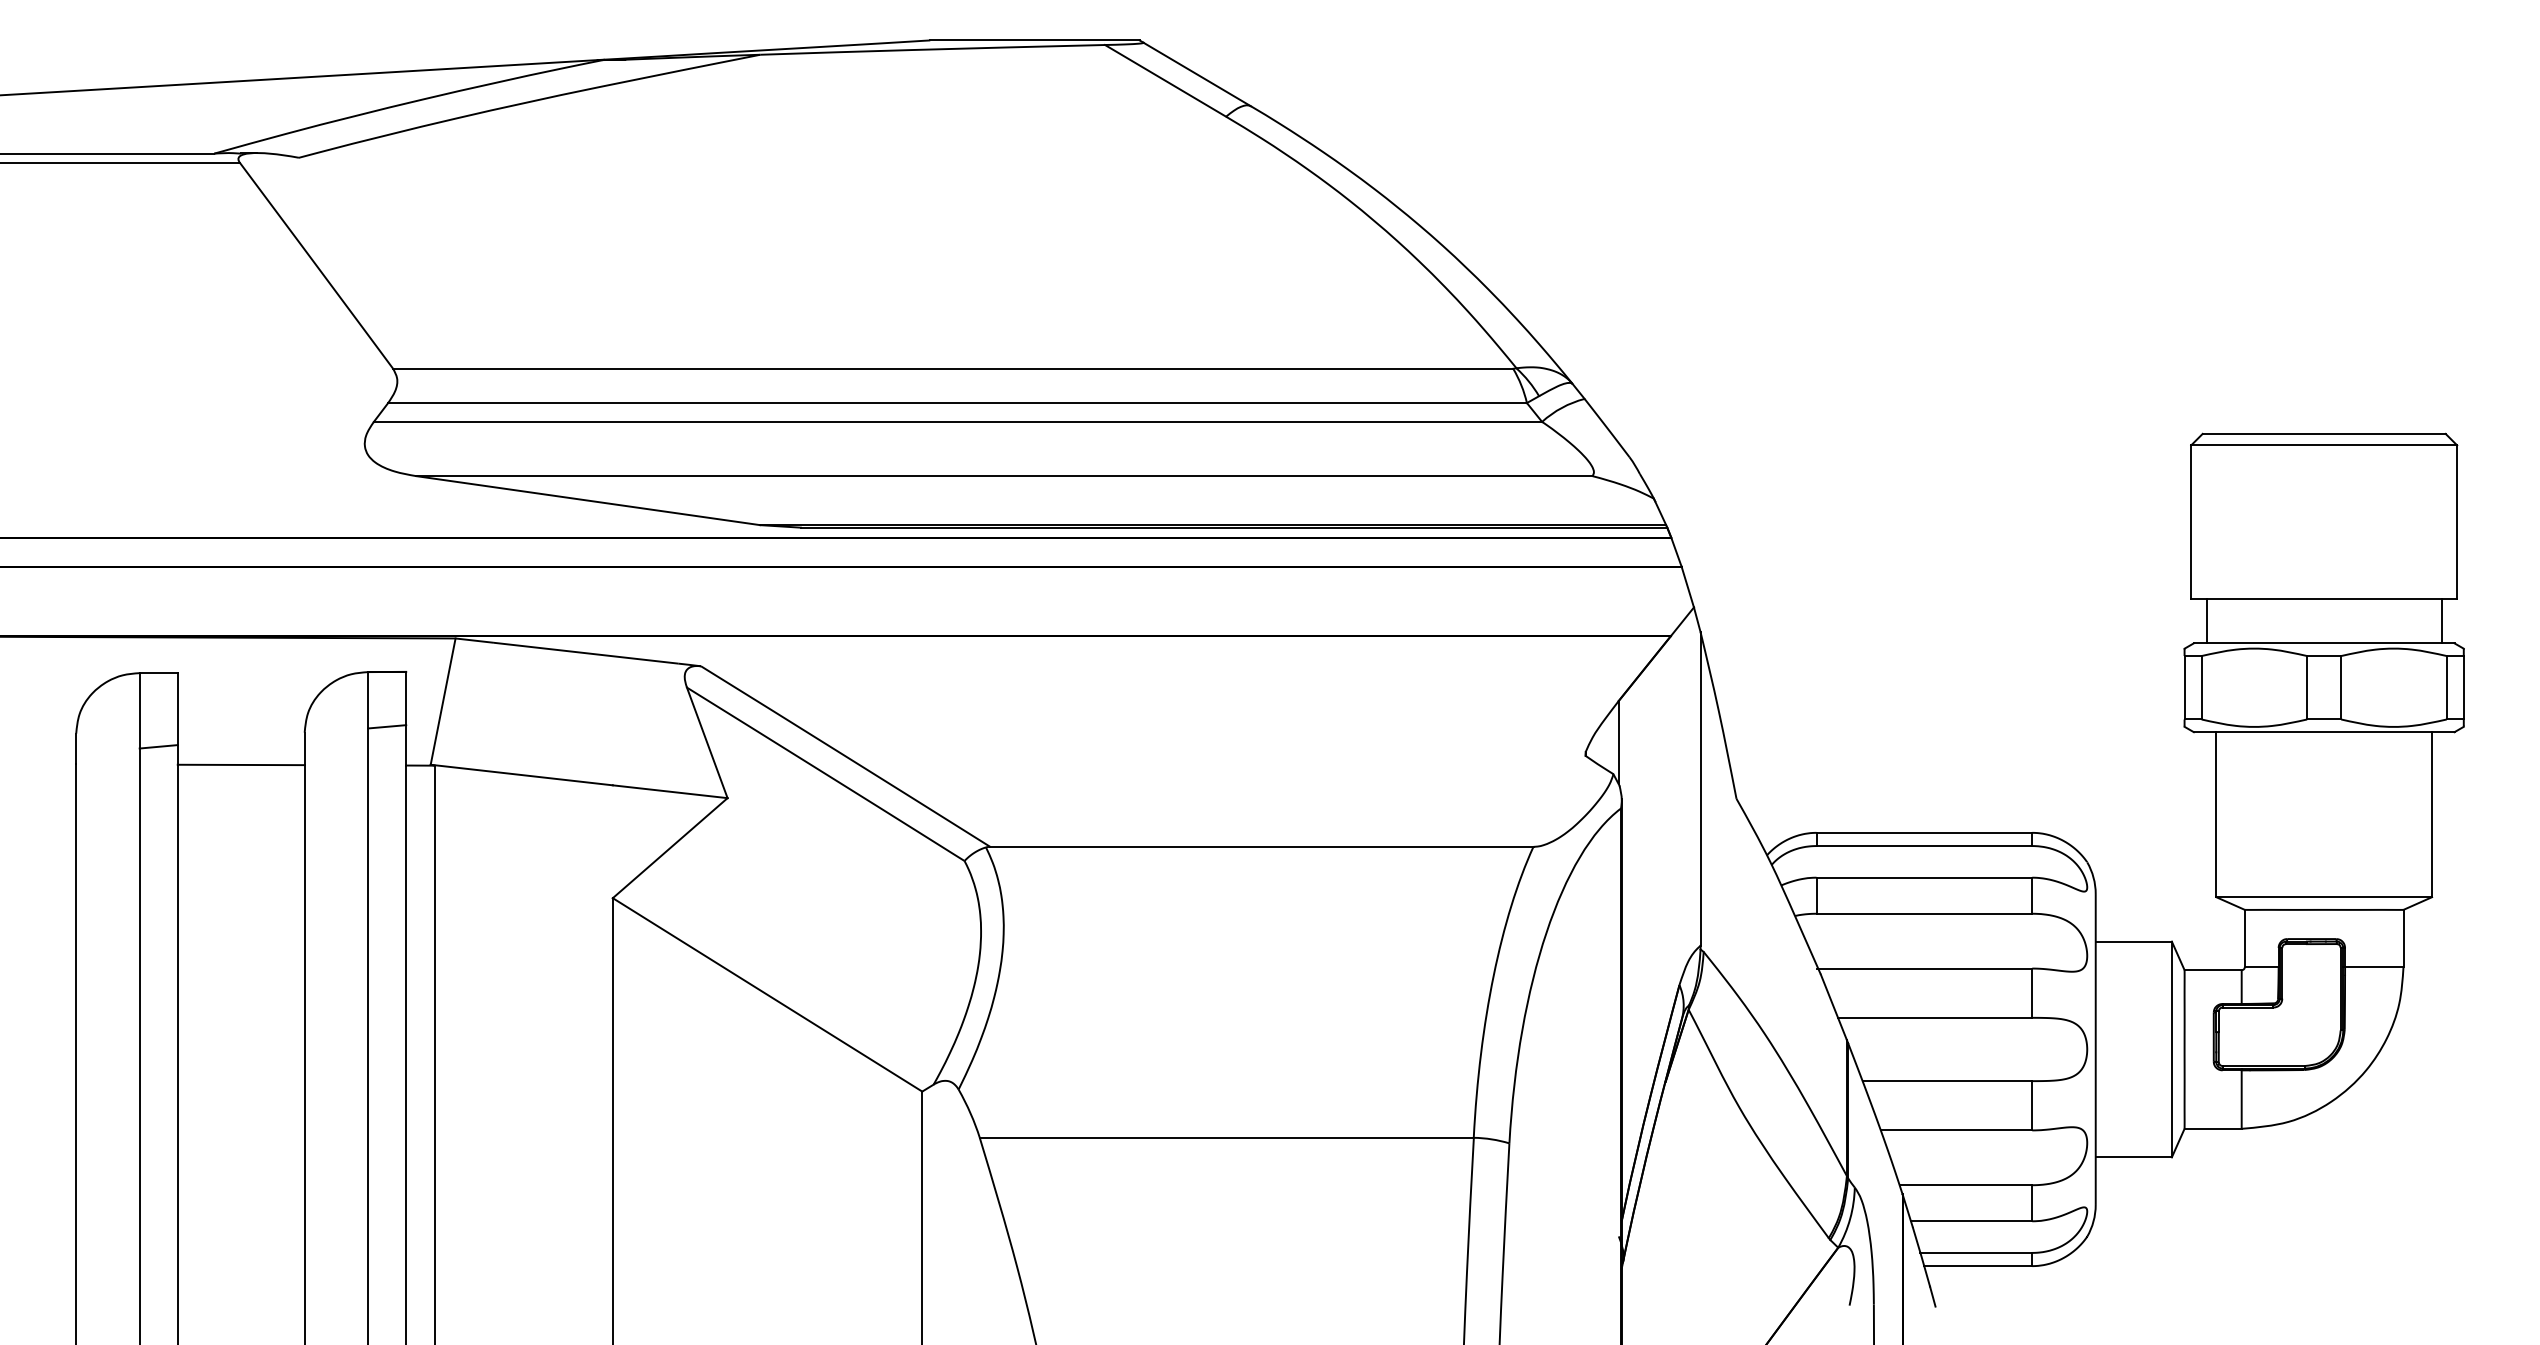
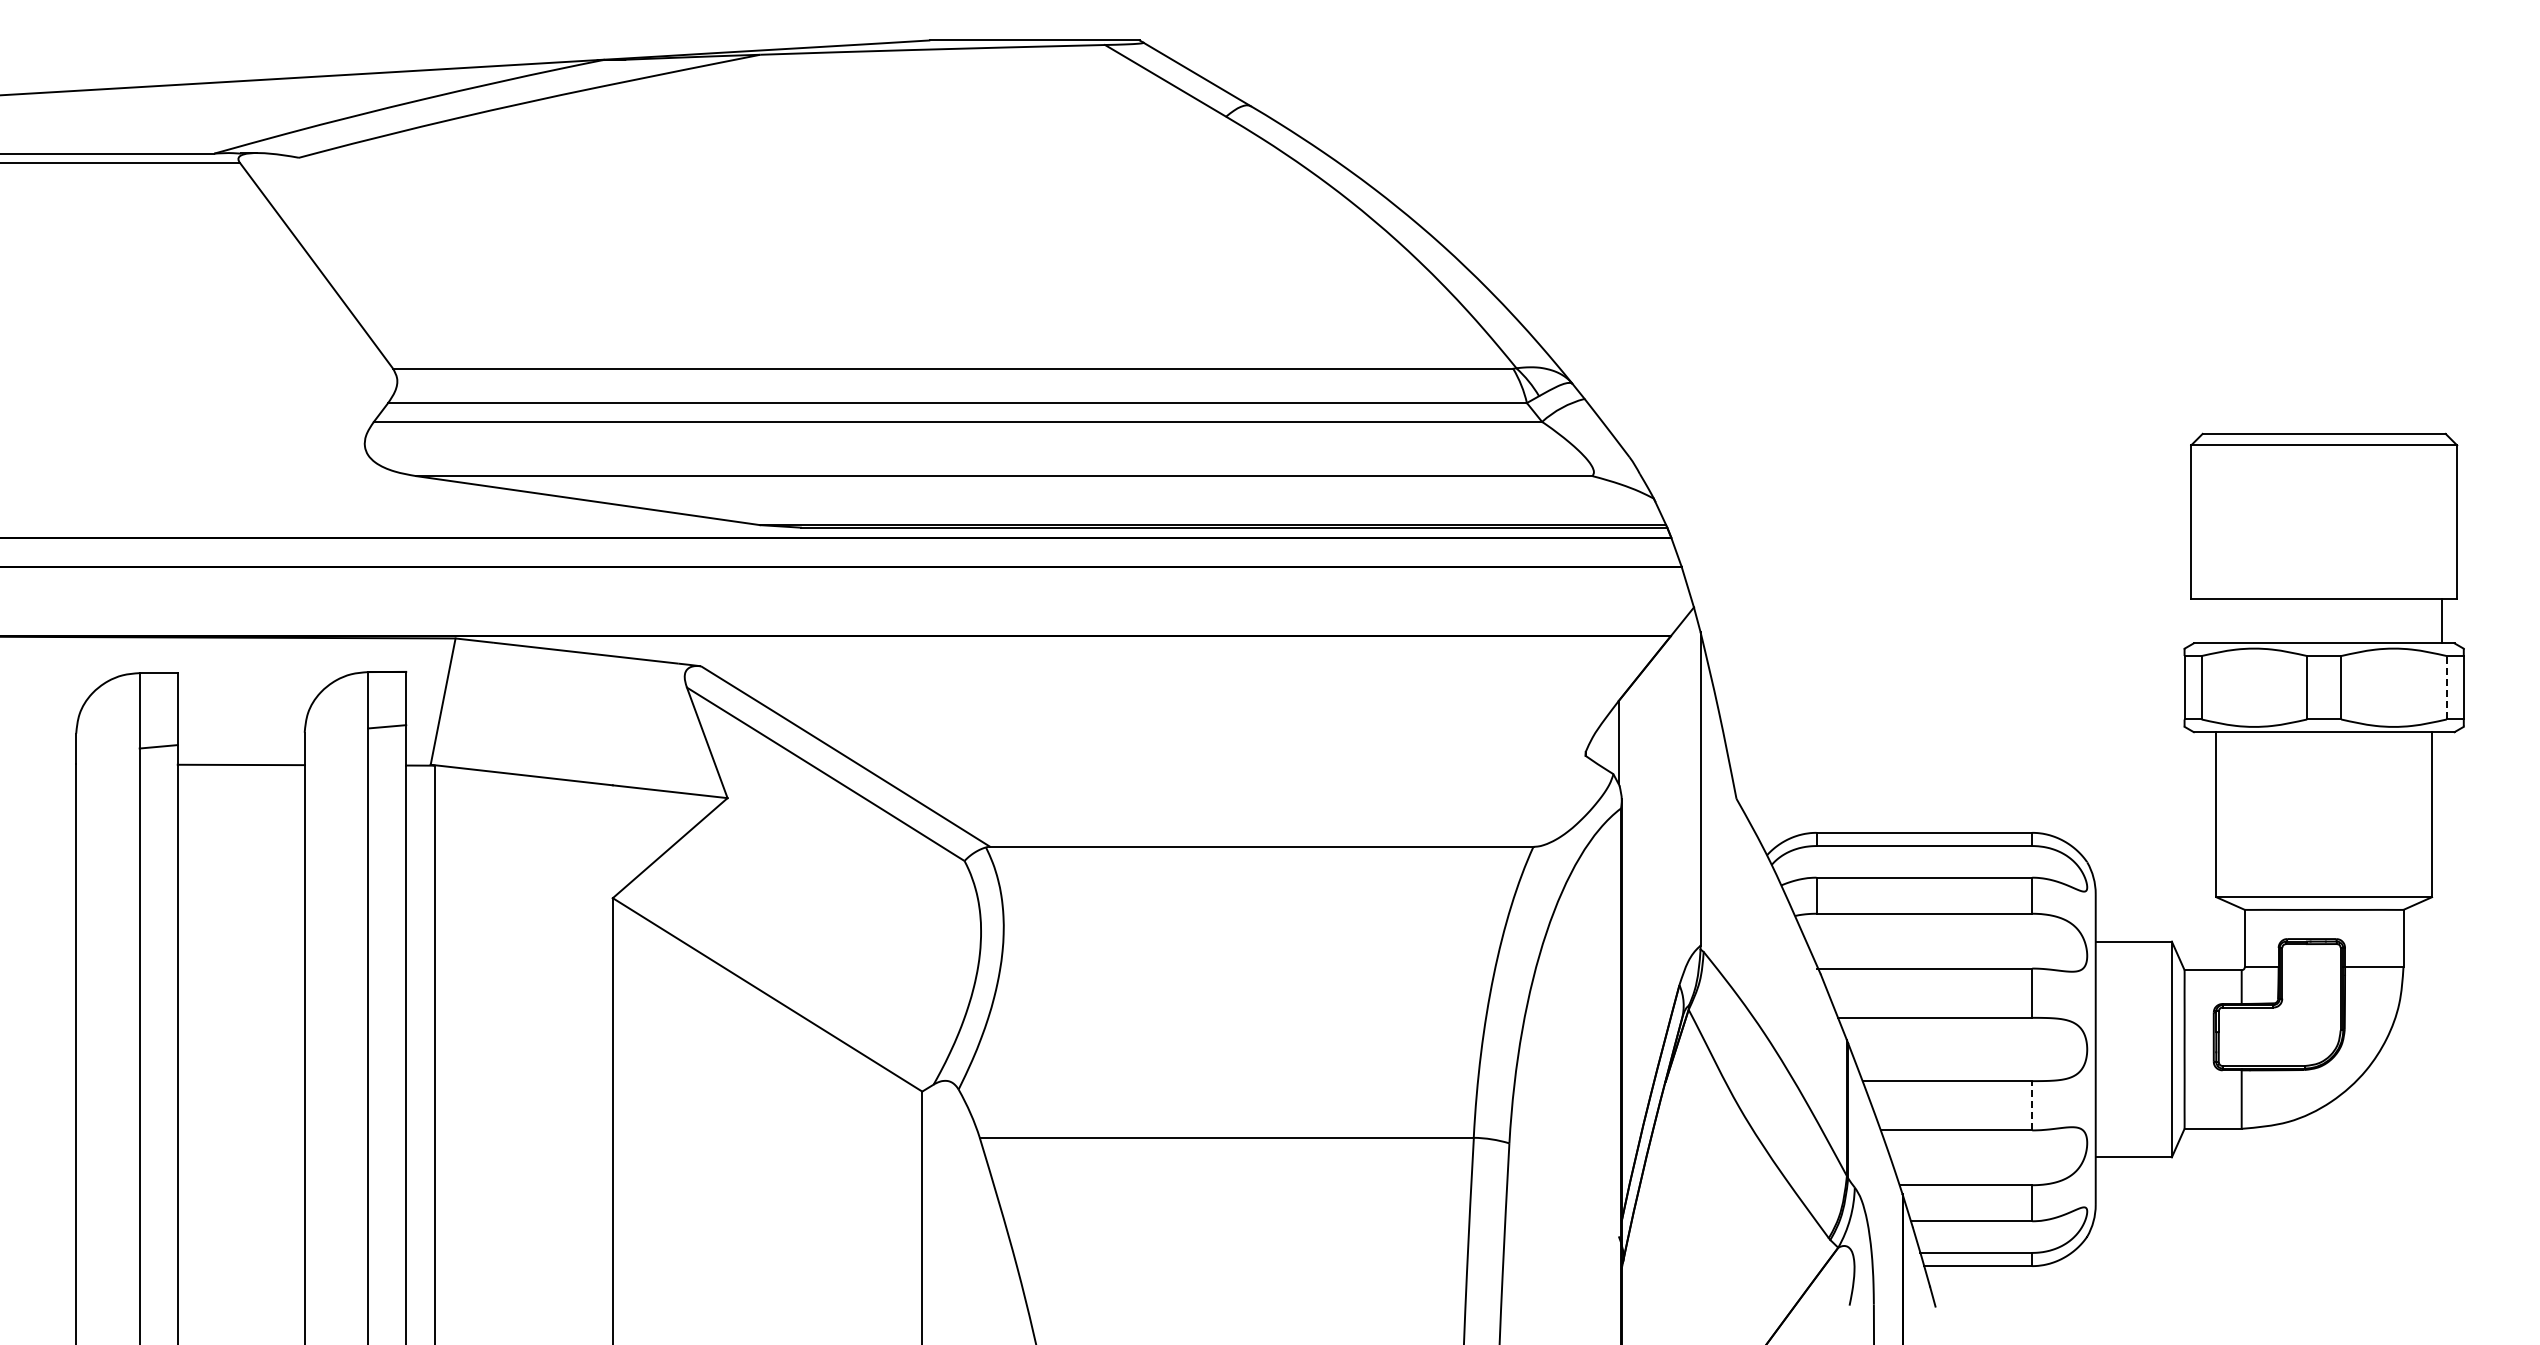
line at (2206, 620): present -> none
line at (2446, 687): solid -> dashed
line at (2032, 1105): solid -> dashed
